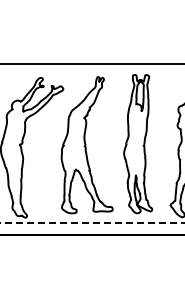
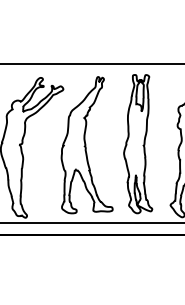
line at (92, 223): dashed -> solid
